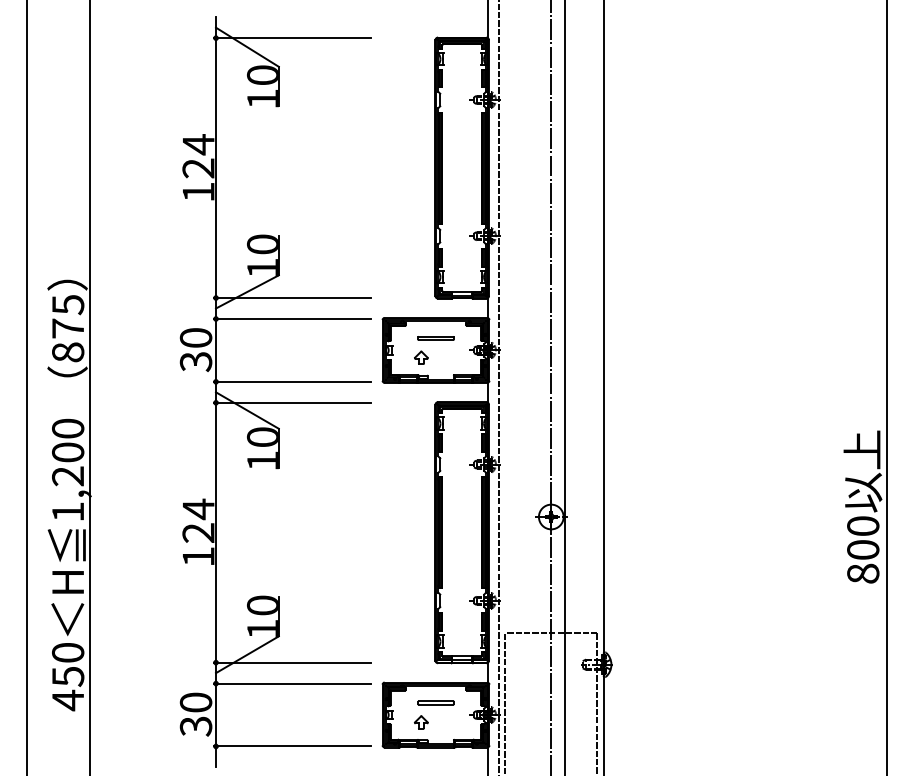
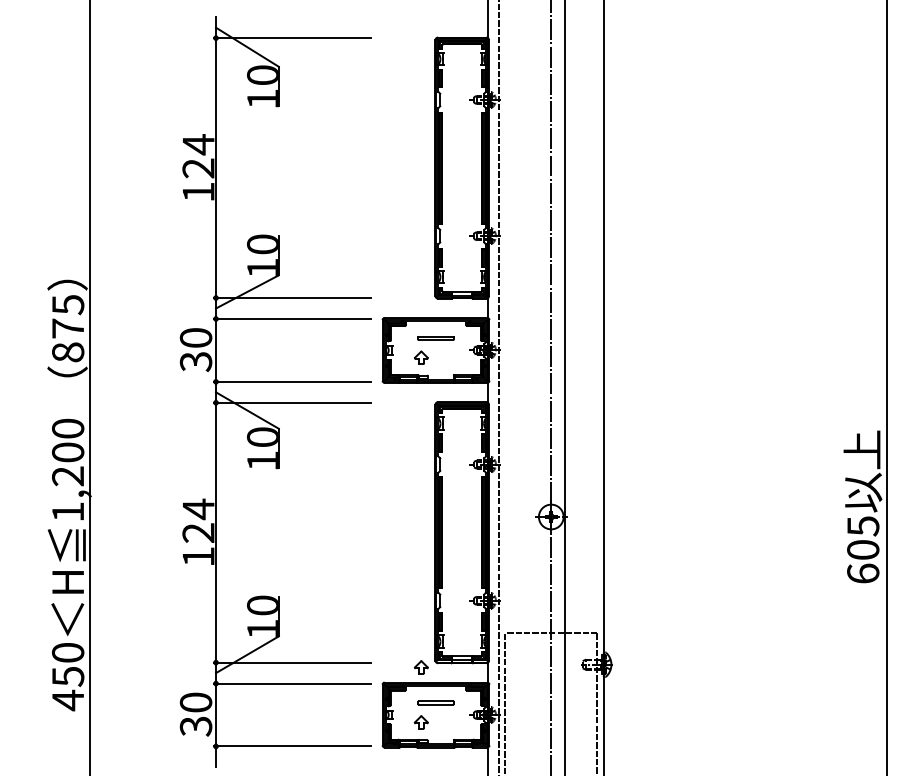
line at (27, 387): present -> none
text at (863, 549): 800 -> 605
part at (421, 667): none -> present
